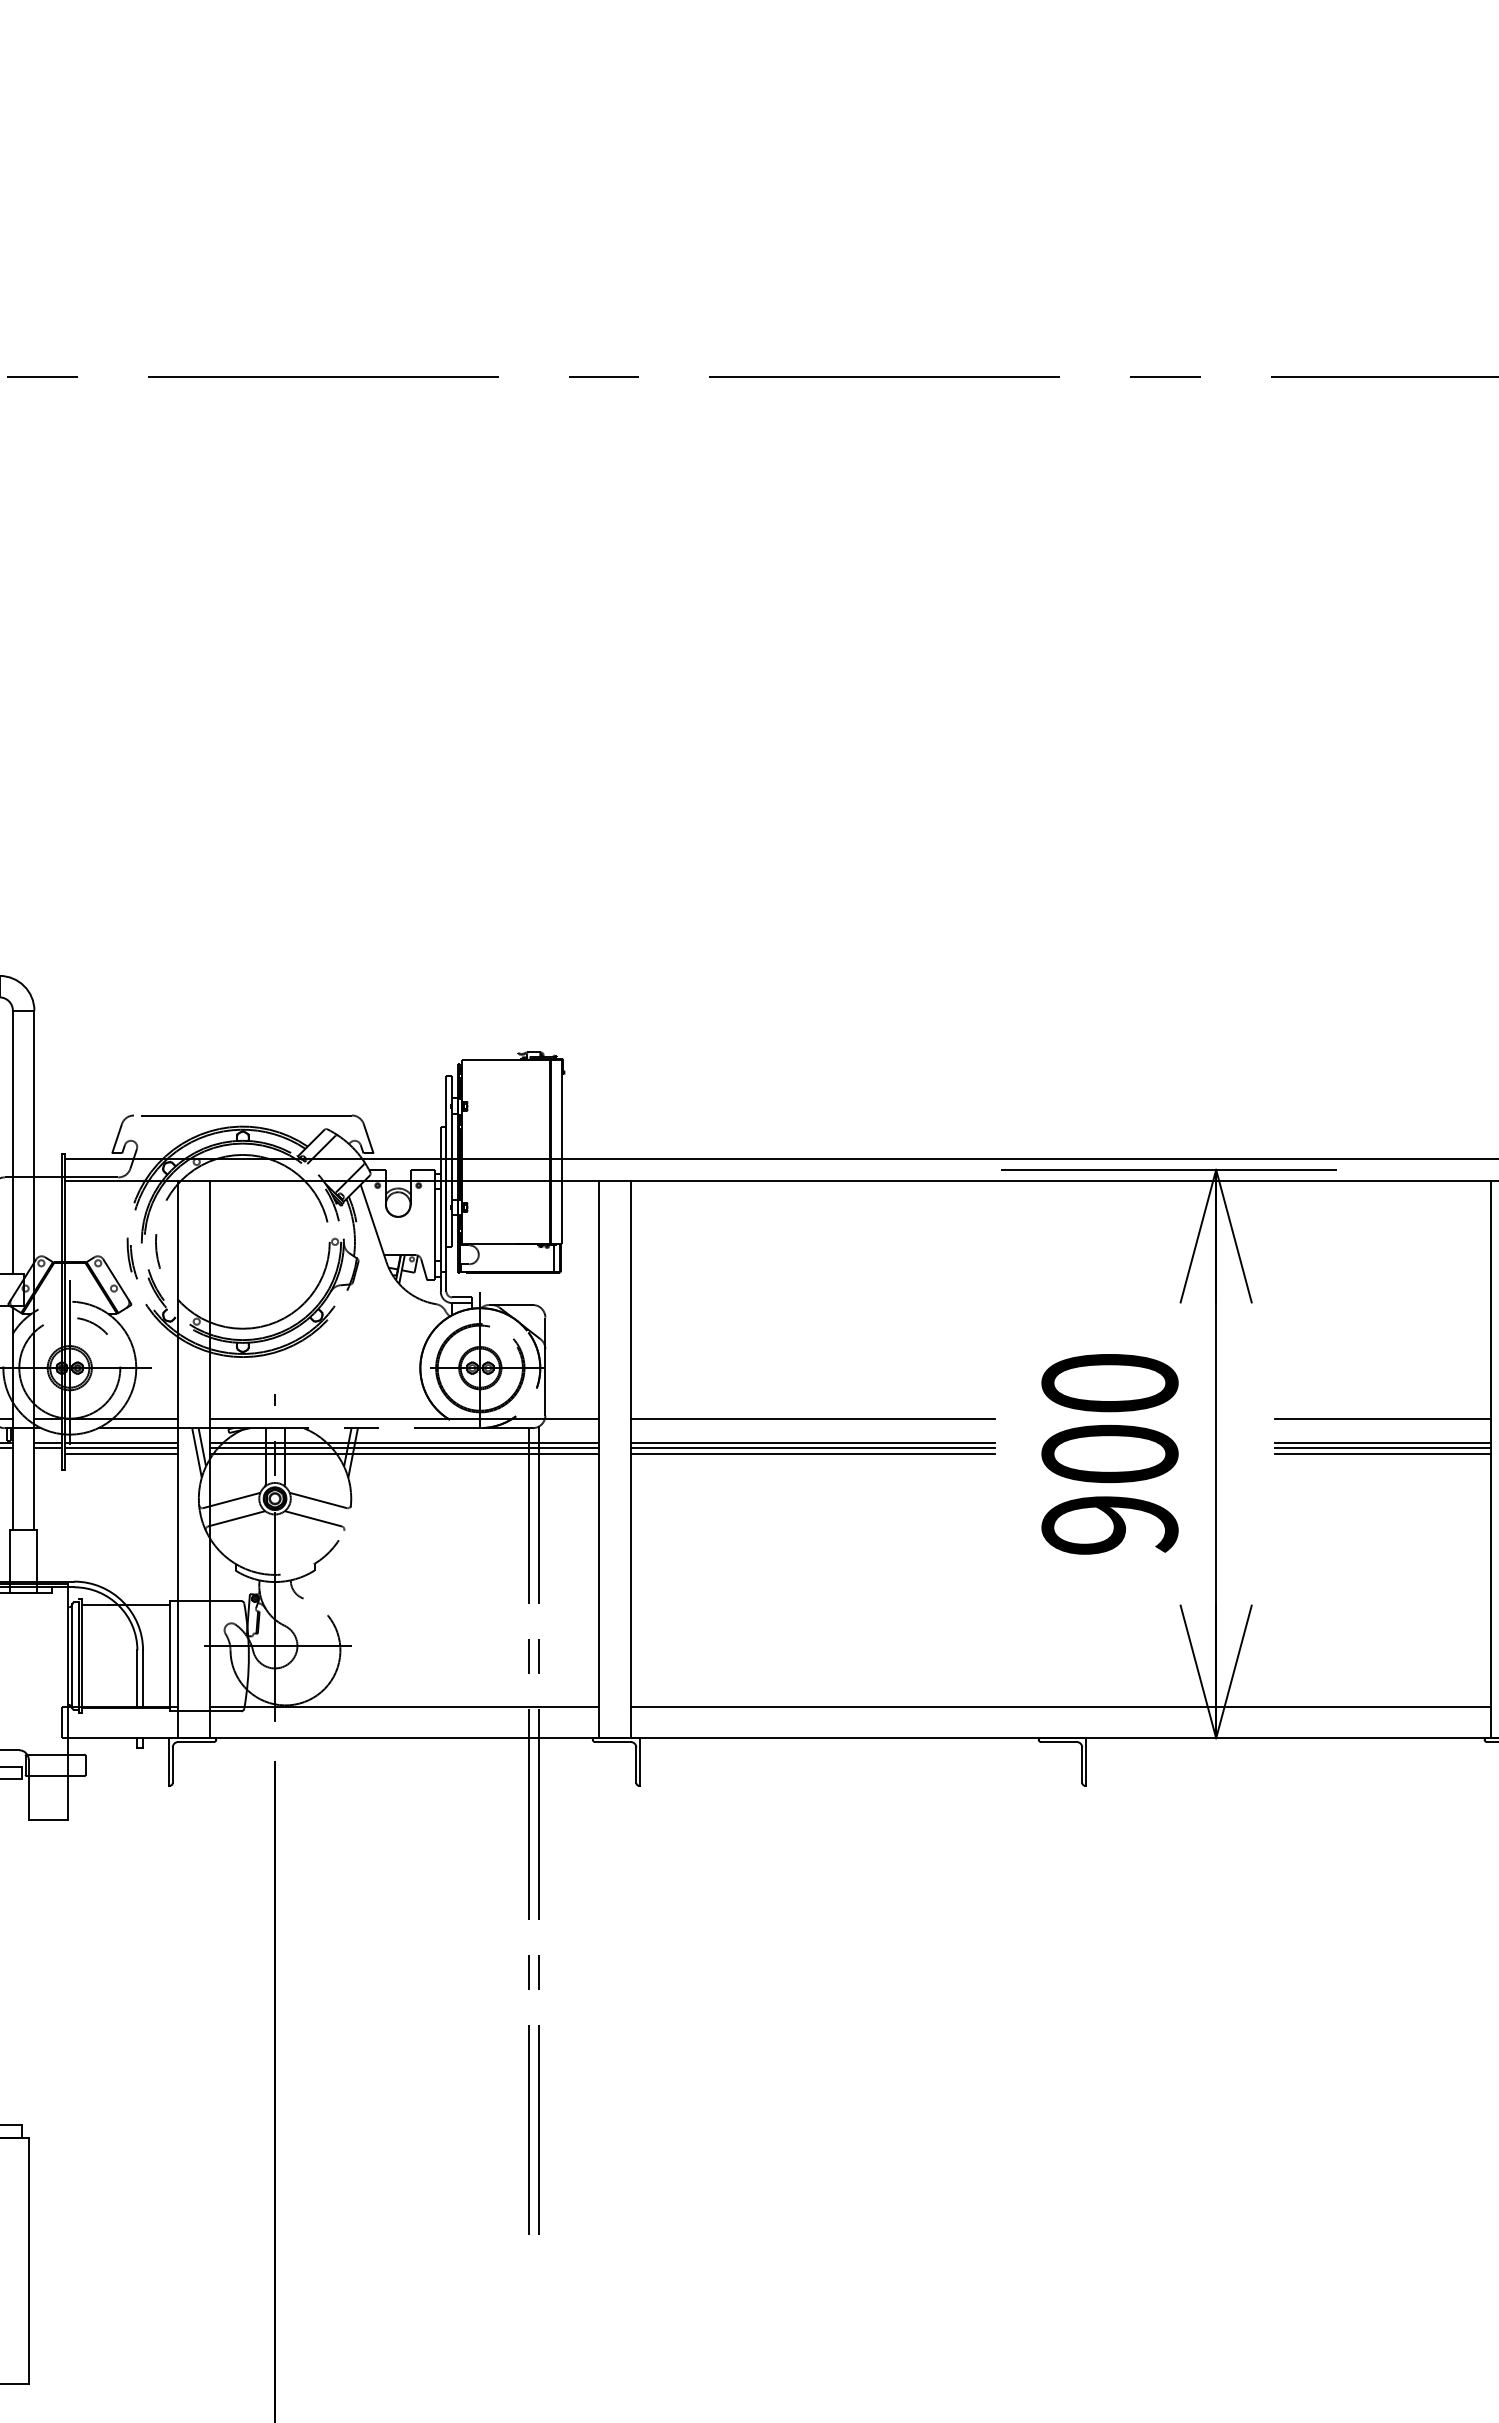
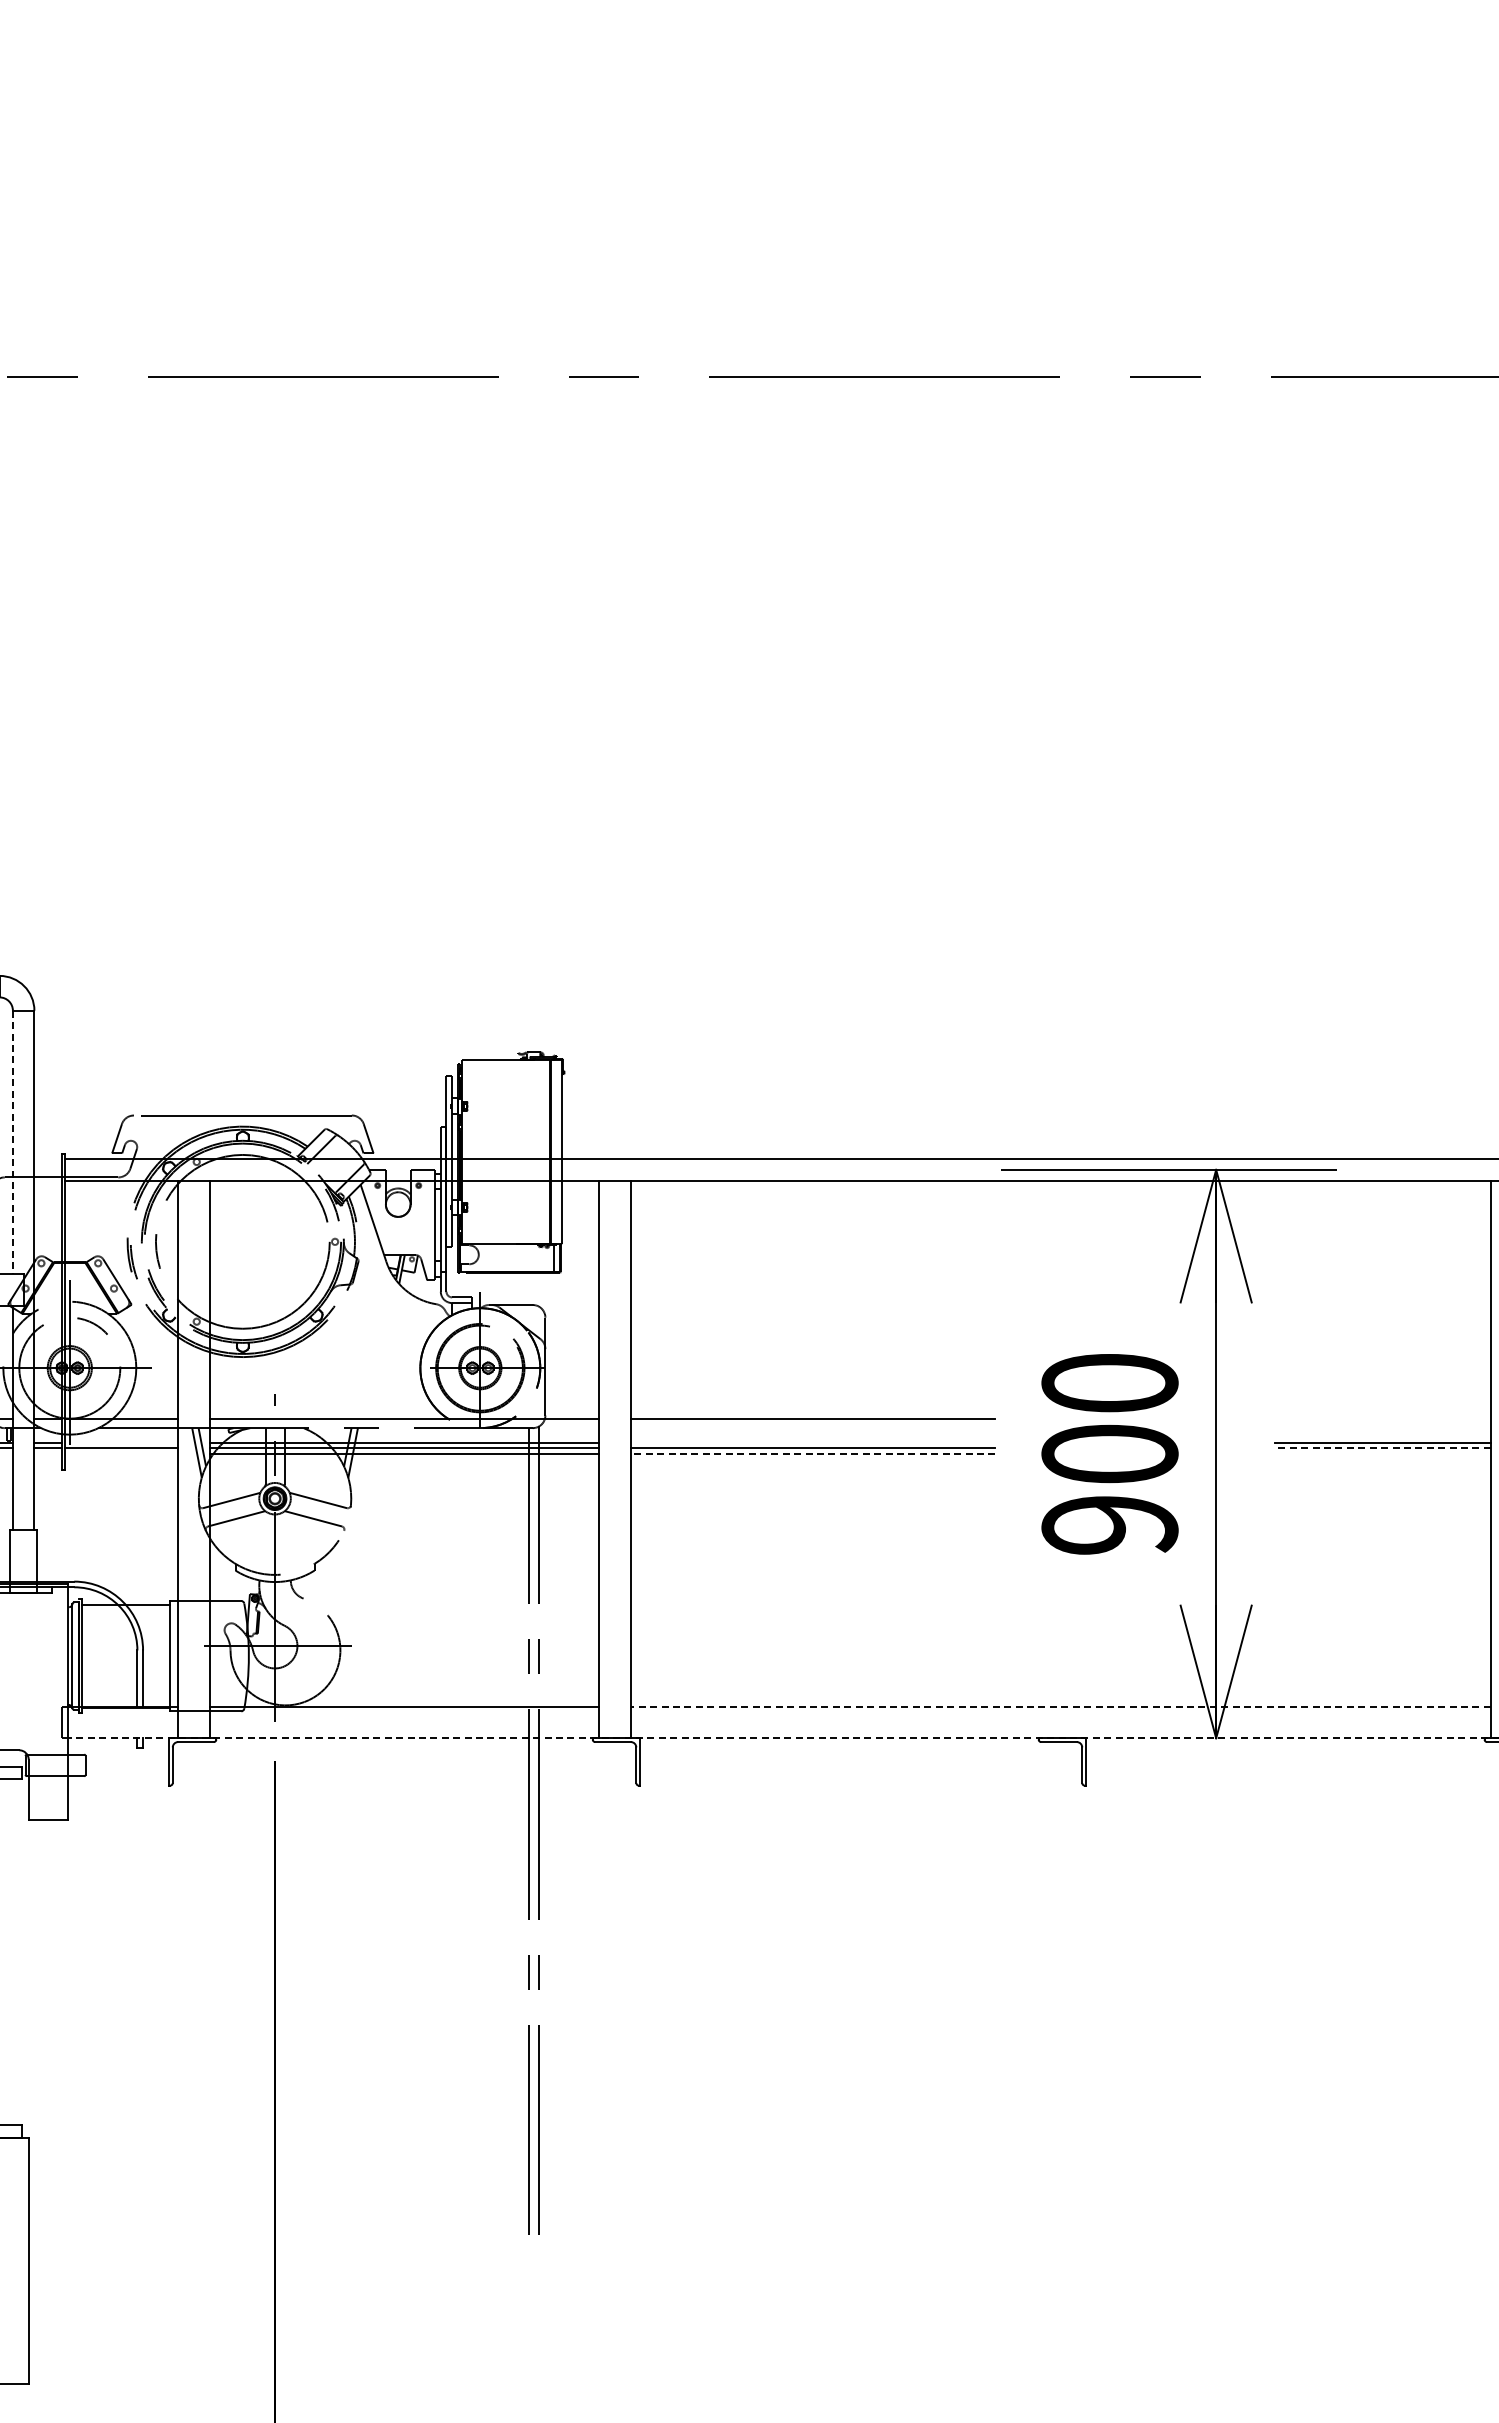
line at (12, 1142): solid -> dashed
line at (1382, 1418): present -> none
line at (121, 1442): present -> none
line at (812, 1442): present -> none
line at (1382, 1448): solid -> dashed
line at (121, 1454): present -> none
line at (812, 1454): solid -> dashed
line at (1382, 1454): present -> none
line at (1060, 1706): solid -> dashed
line at (783, 1738): solid -> dashed
